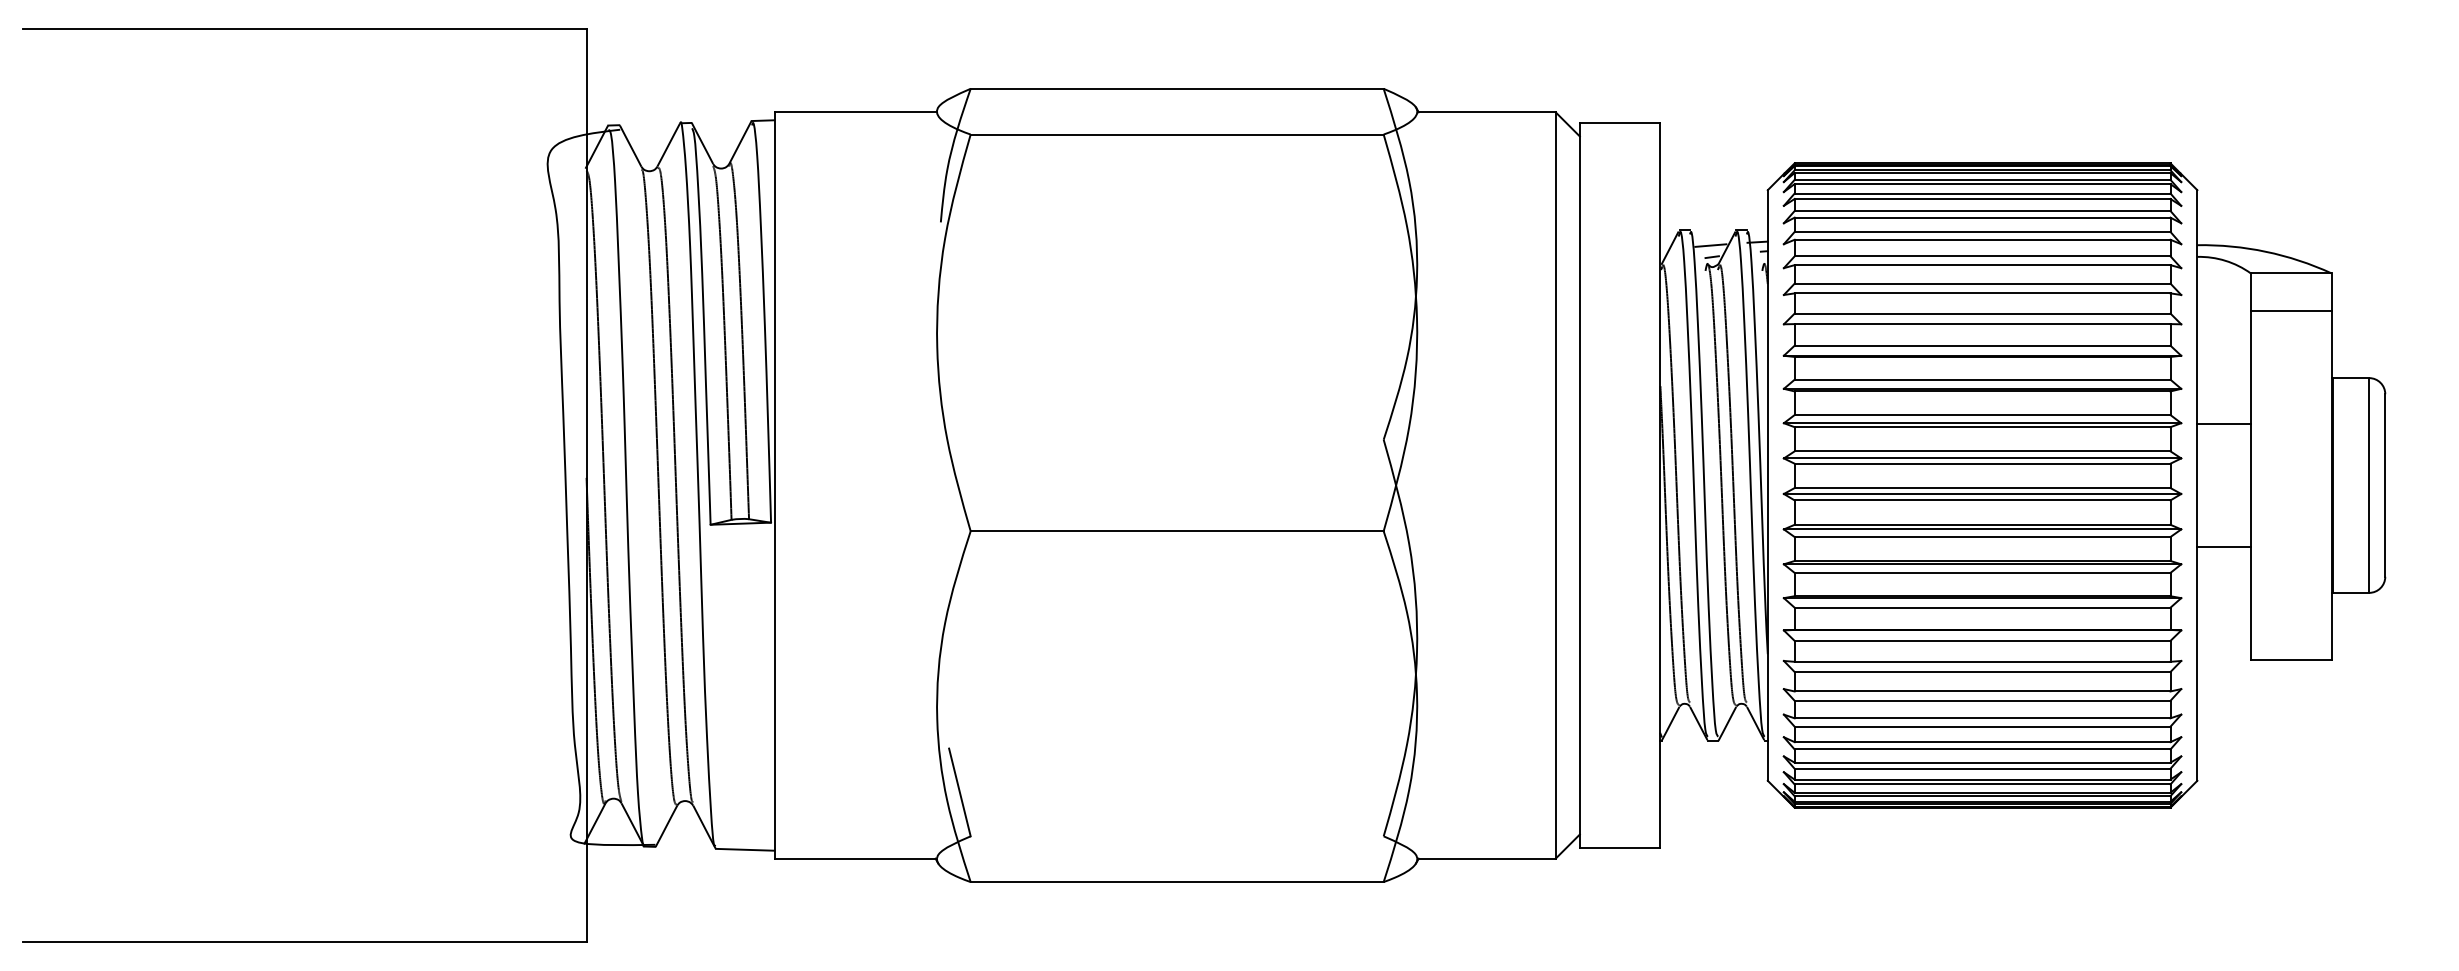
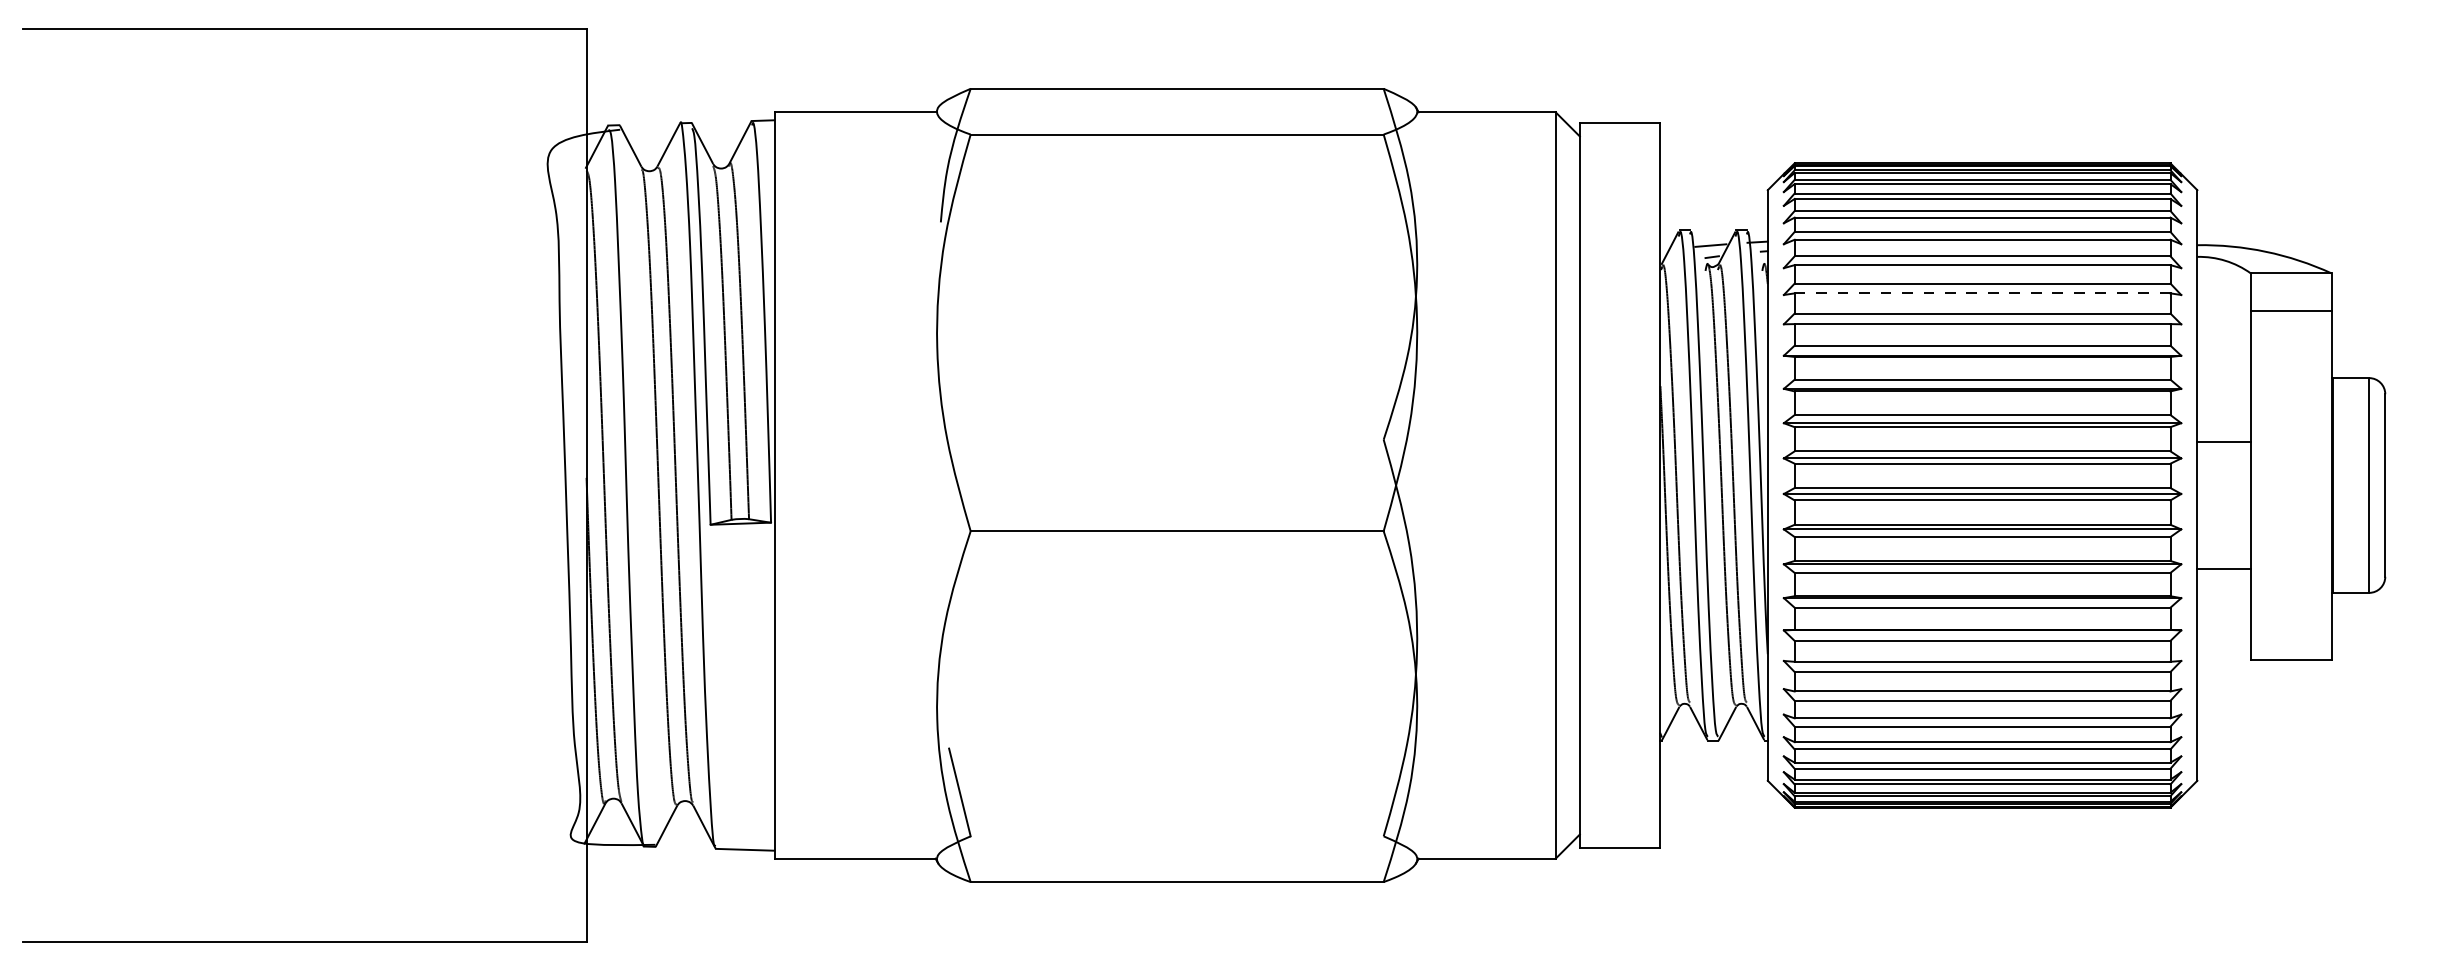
line at (1982, 293): solid -> dashed
line at (2224, 423) position: (2224, 423) -> (2224, 441)
line at (2224, 547) position: (2224, 547) -> (2224, 569)
